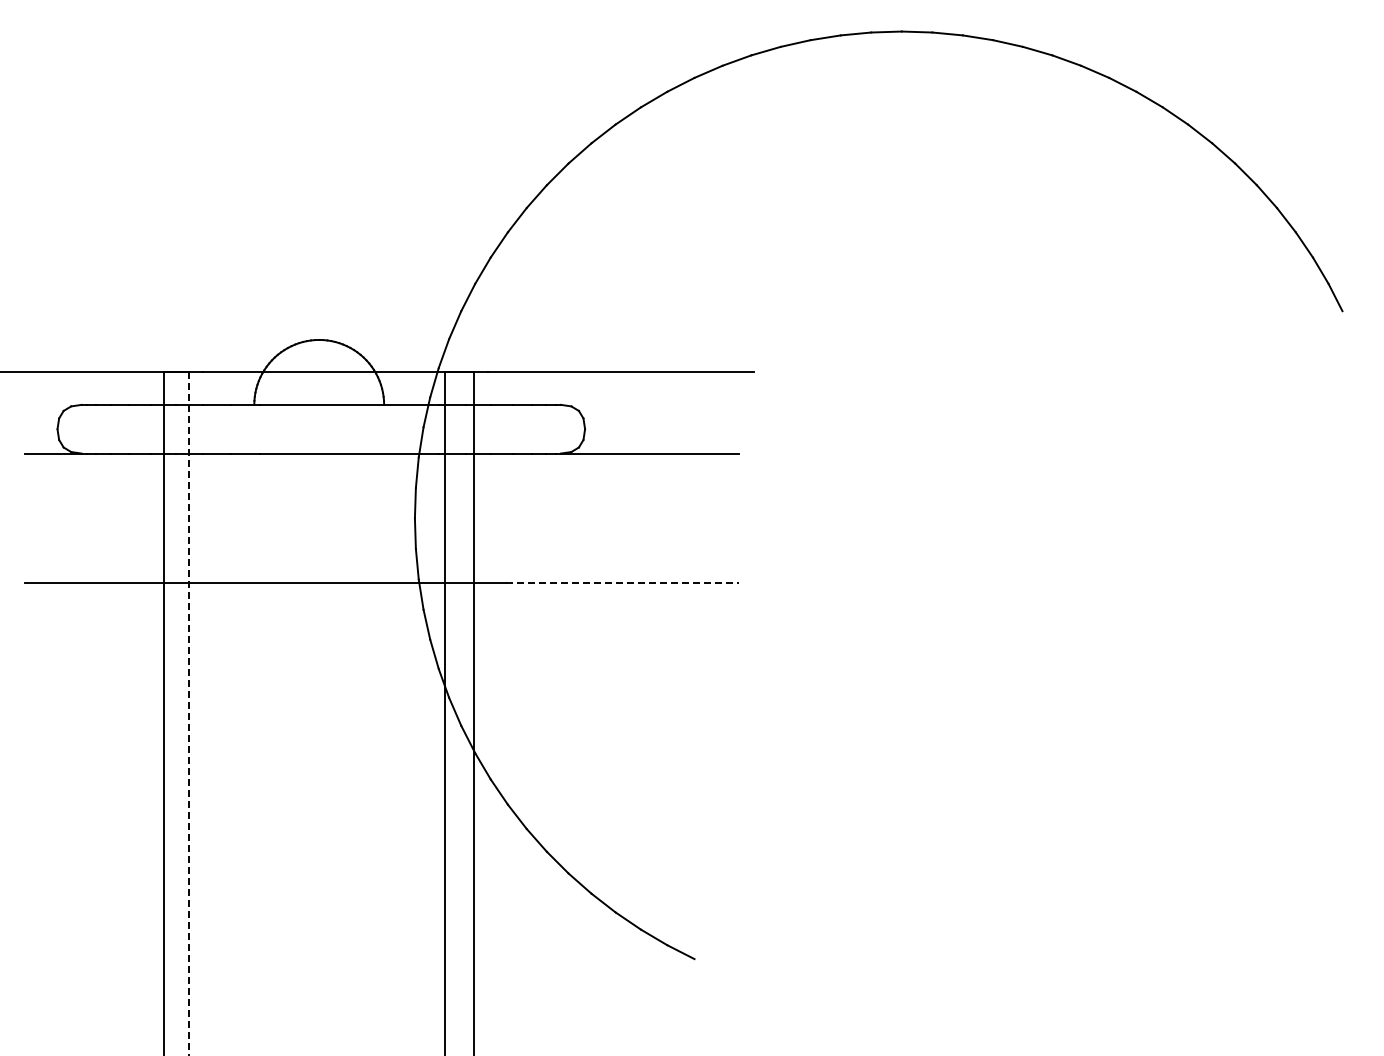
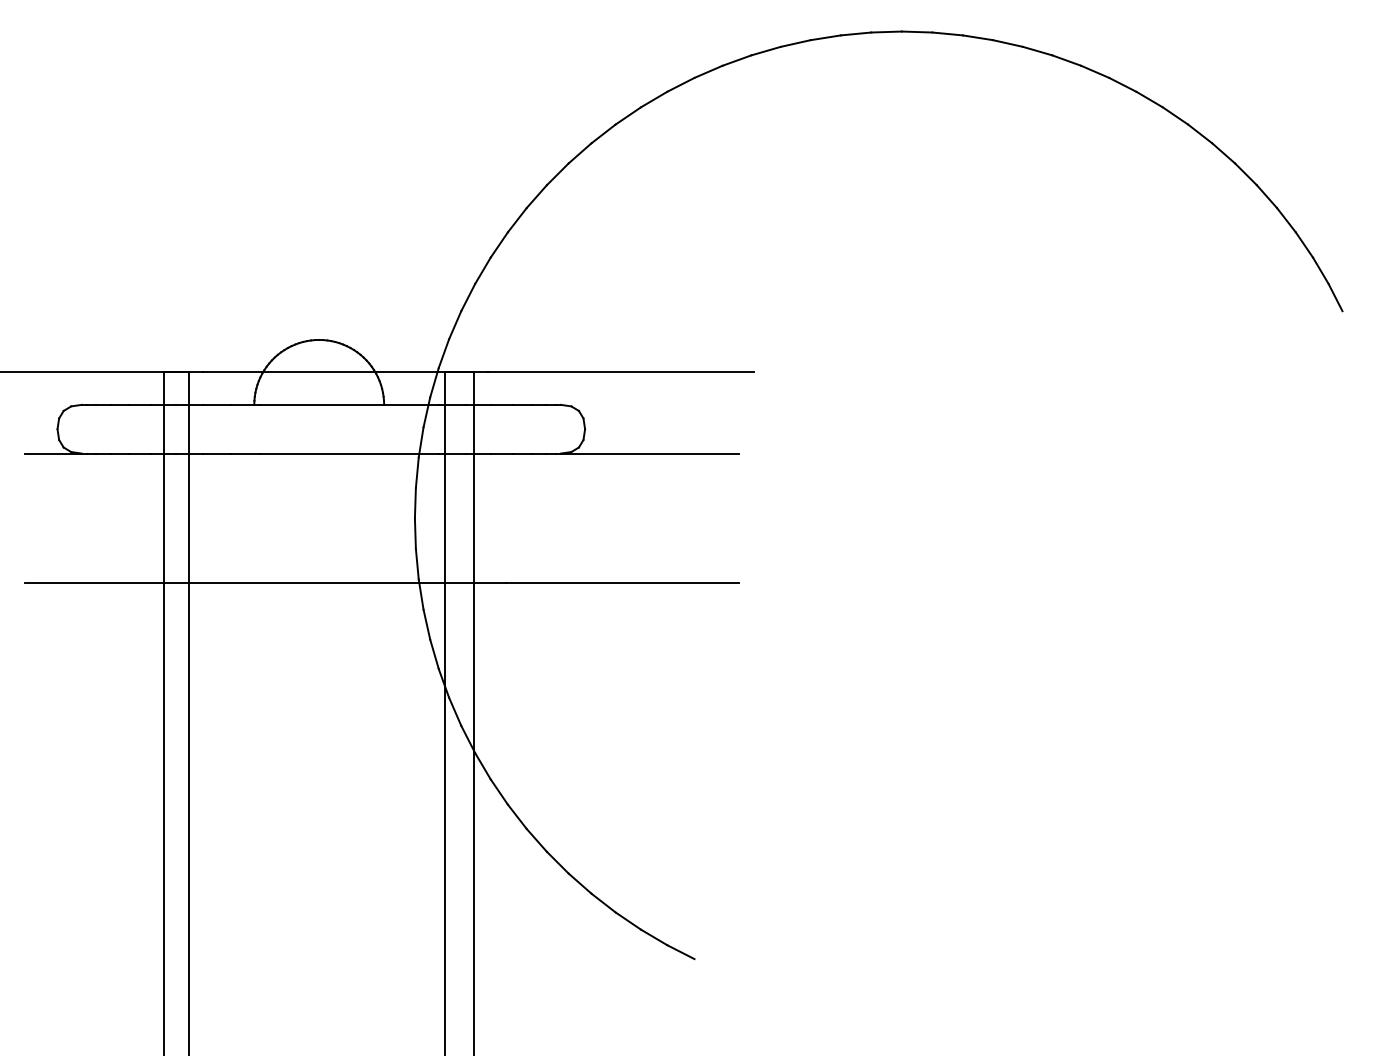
line at (622, 583): dashed -> solid
line at (188, 714): dashed -> solid
